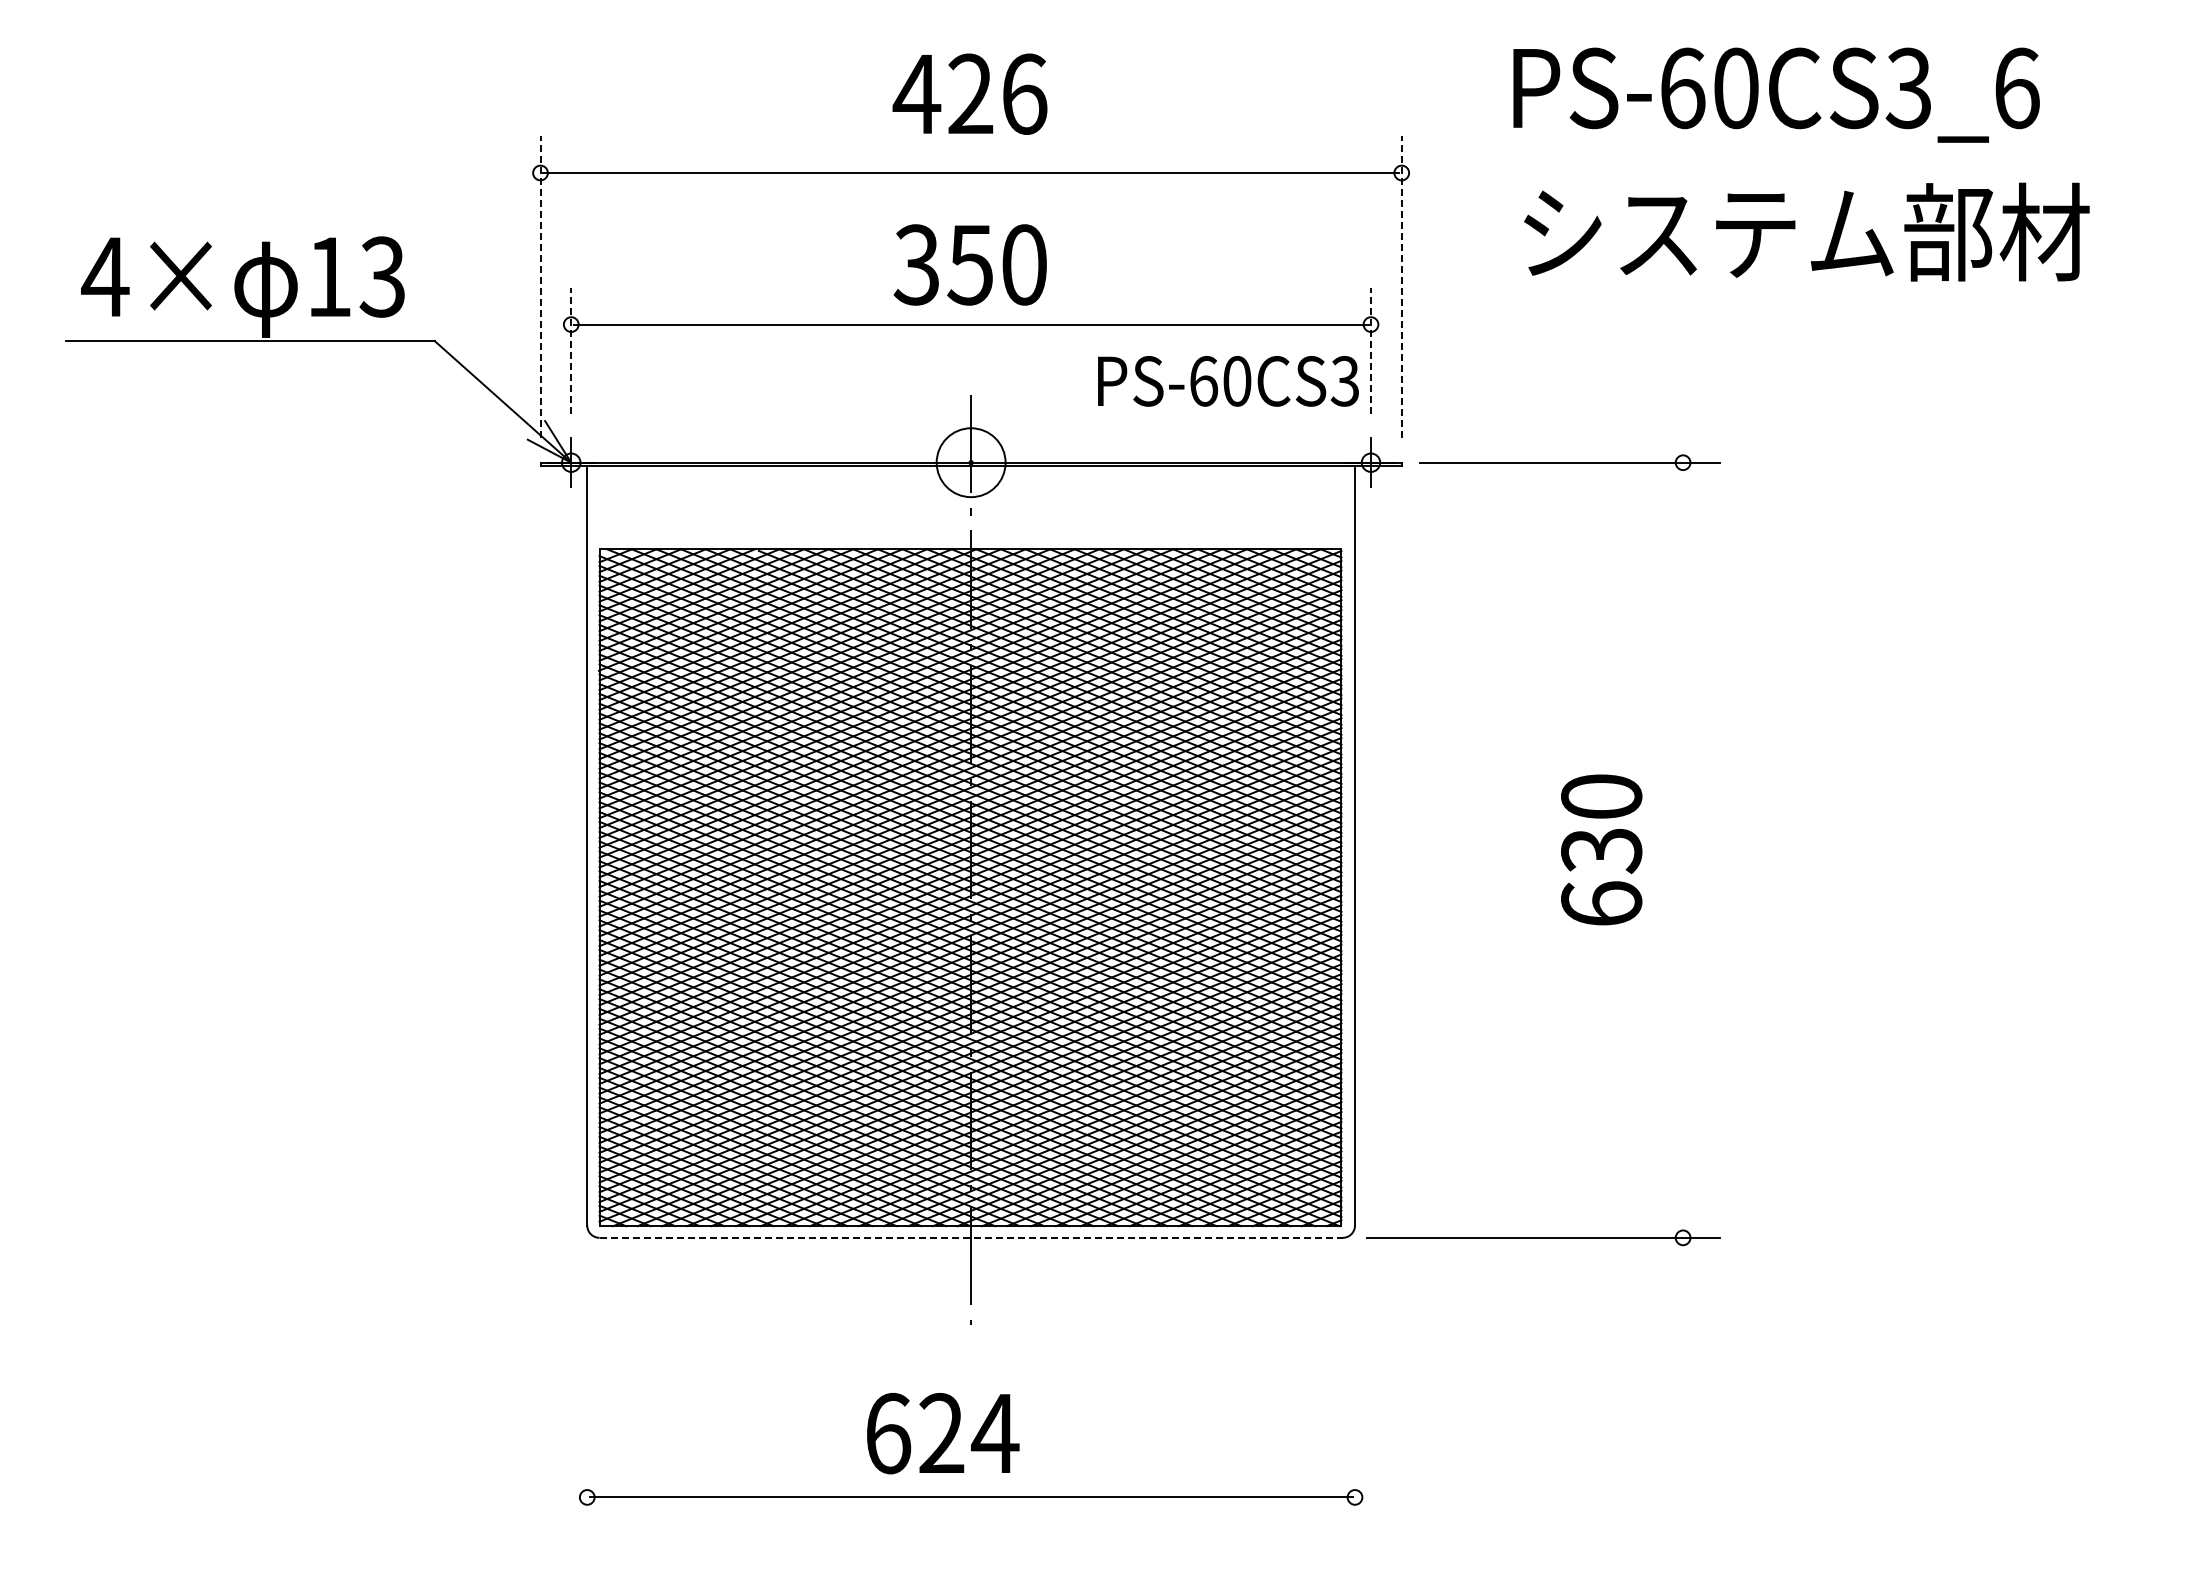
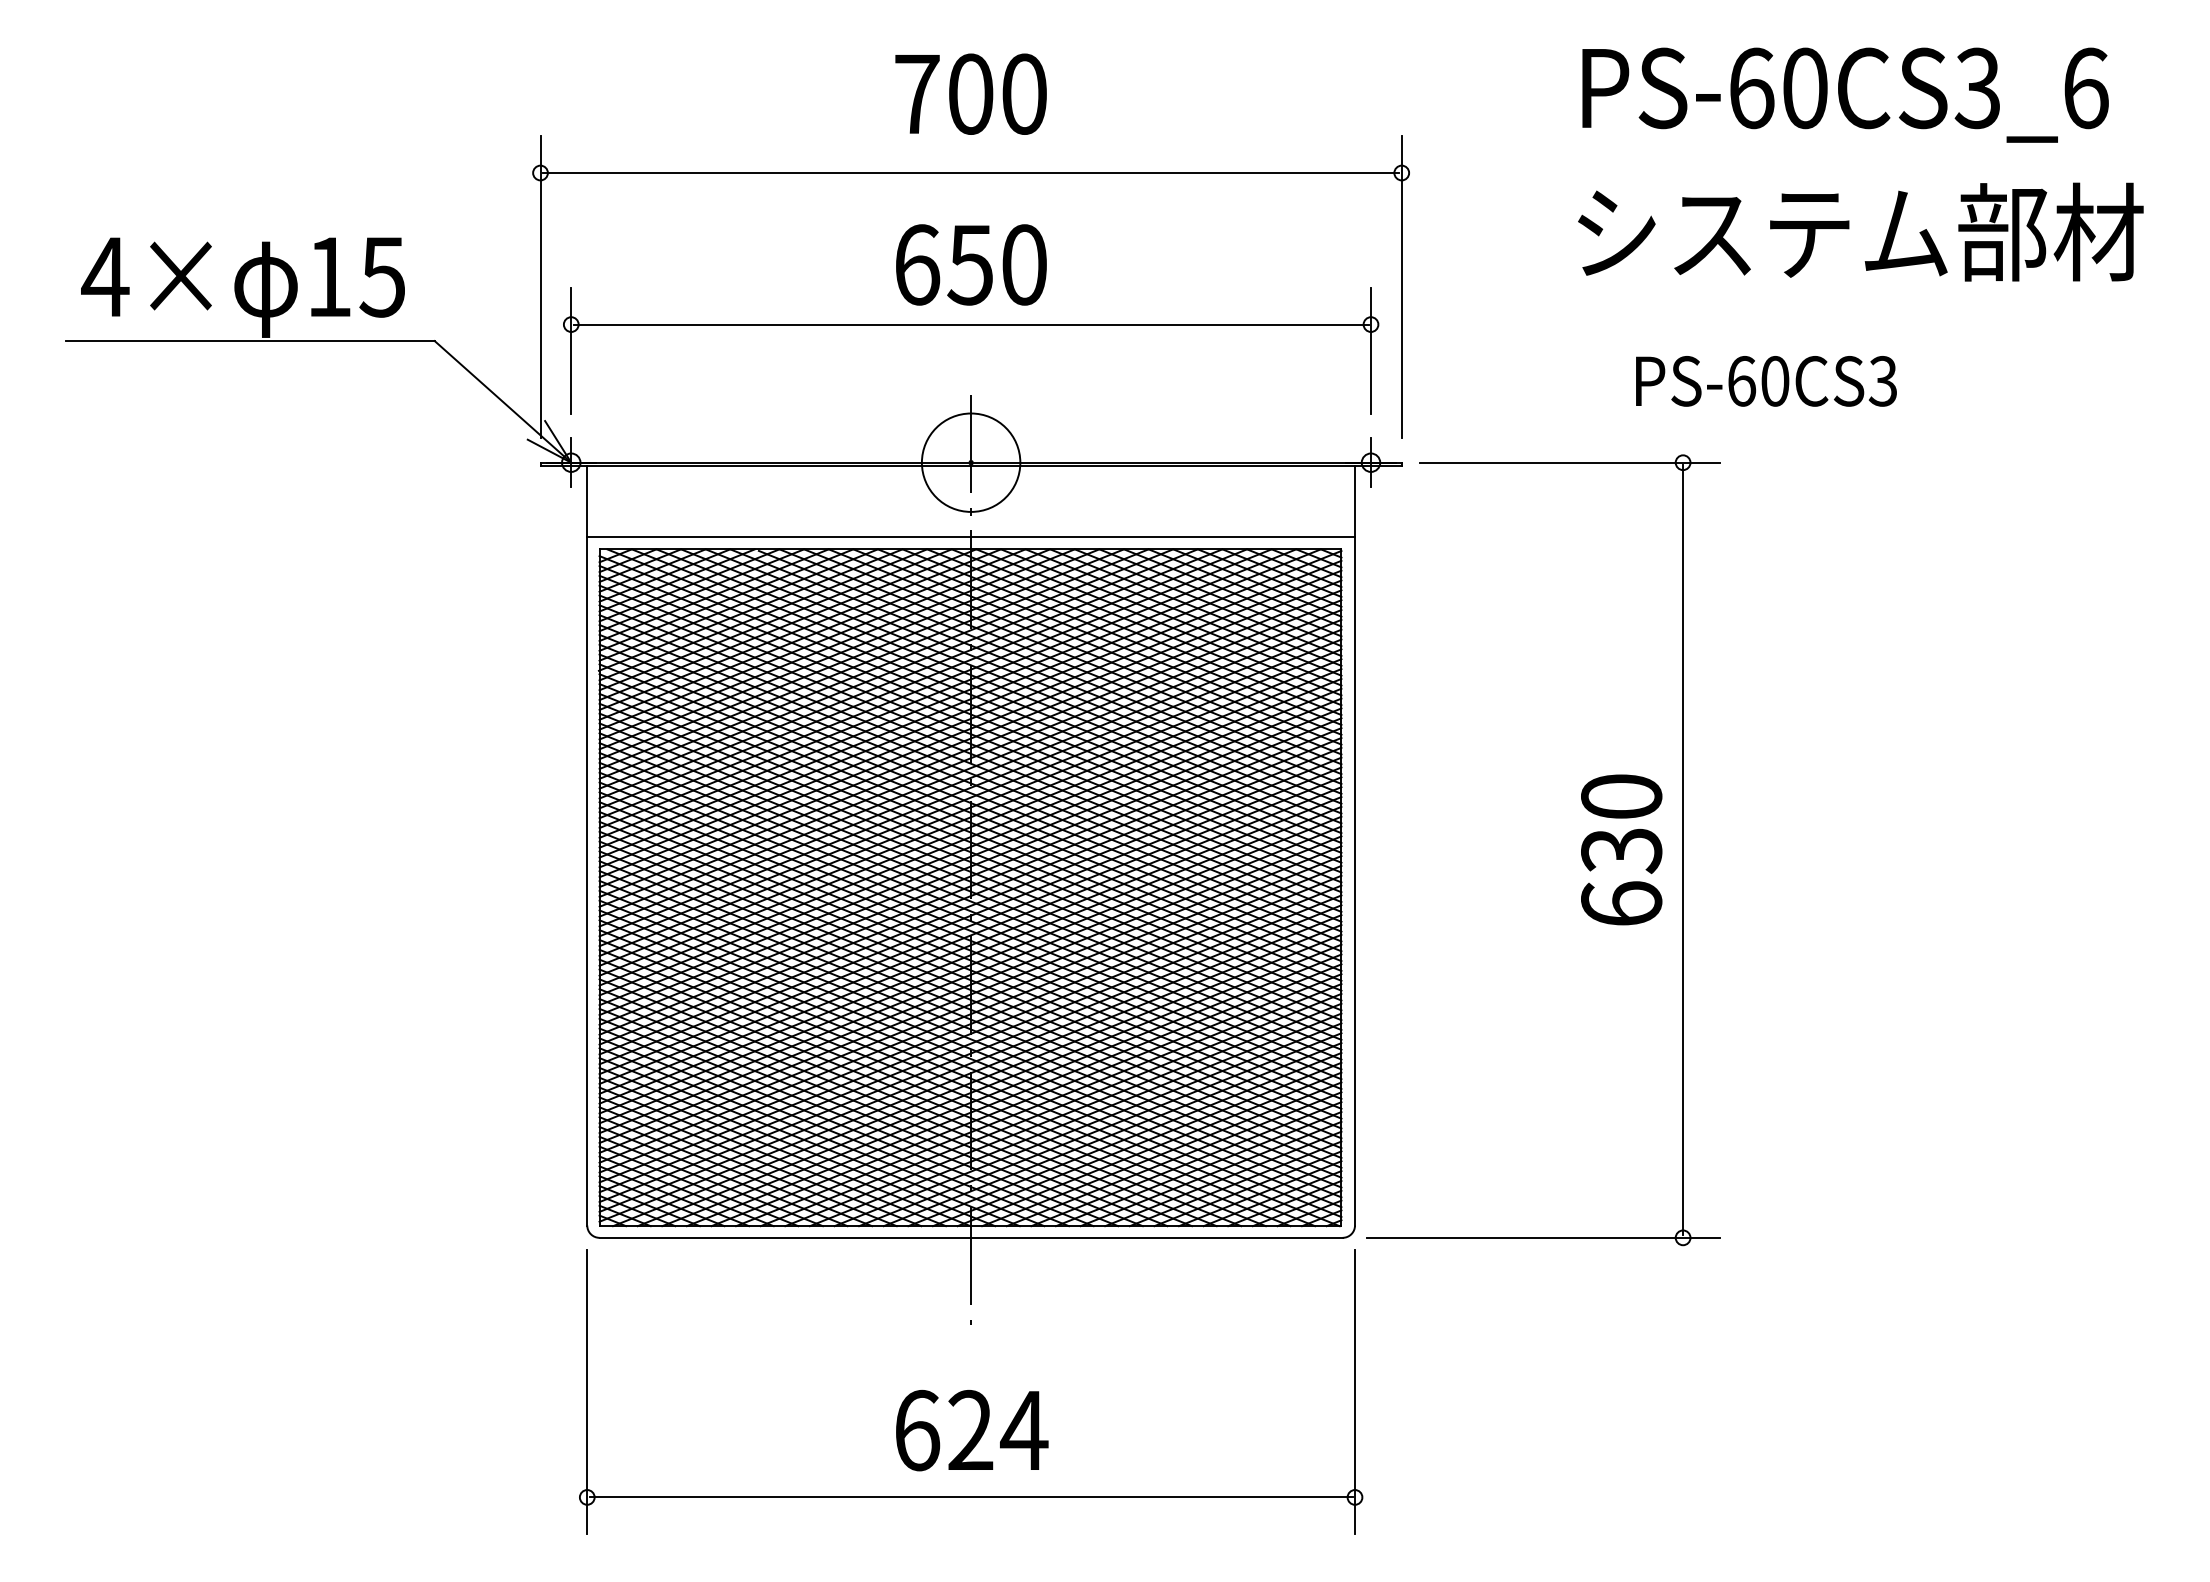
text at (969, 93): 426 -> 700
text at (1776, 94) position: (1776, 94) -> (1845, 94)
text at (1806, 231) position: (1806, 231) -> (1860, 231)
text at (916, 264): 350 -> 650
text at (381, 276): 13 -> 15
line at (540, 287): dashed -> solid
line at (1401, 287): dashed -> solid
line at (571, 350): dashed -> solid
line at (1371, 350): dashed -> solid
text at (1228, 381) position: (1228, 381) -> (1766, 381)
circle at (970, 462) diameter: 69 px -> 98 px
line at (971, 537): none -> present
text at (1601, 849) position: (1601, 849) -> (1621, 849)
line at (1683, 850): none -> present
line at (971, 1237): dashed -> solid
line at (587, 1392): none -> present
line at (1355, 1392): none -> present
text at (943, 1433) position: (943, 1433) -> (972, 1430)
